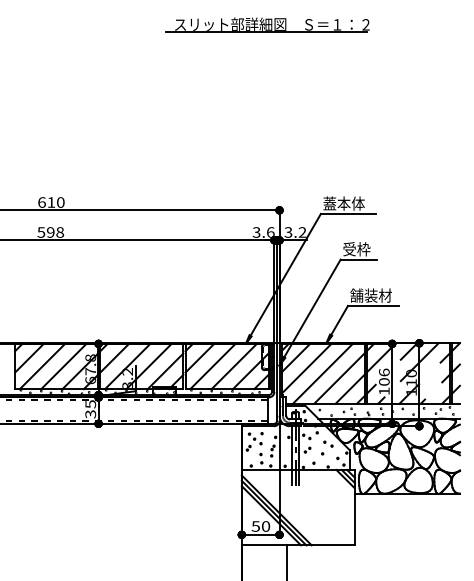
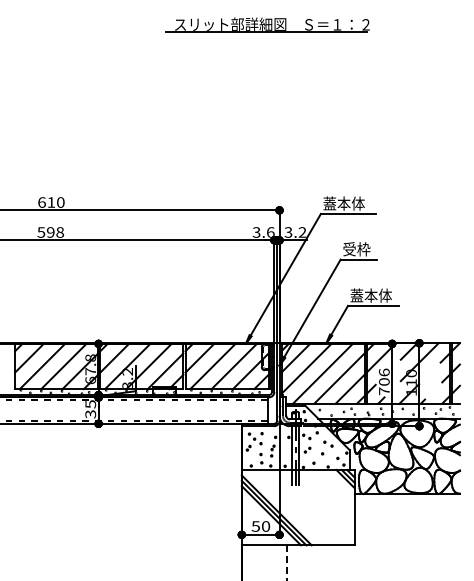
text at (370, 295): 舗装材 -> 蓋本体
text at (384, 391): 106 -> 706
line at (287, 562): solid -> dashed
